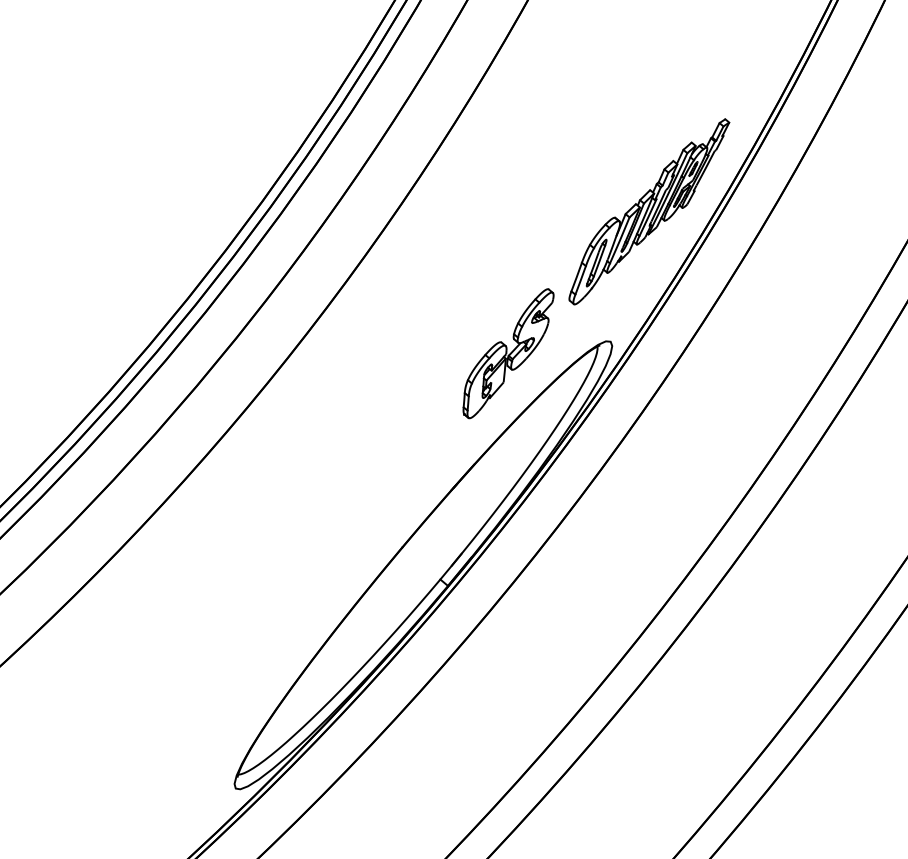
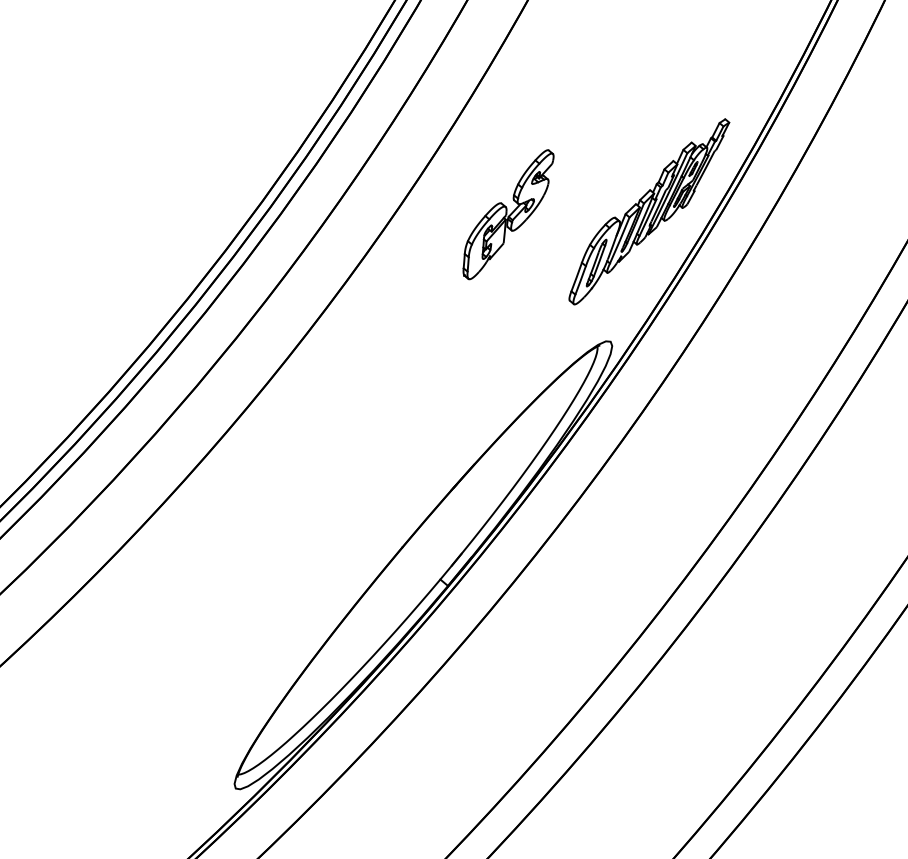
part at (508, 353) position: (508, 353) -> (508, 214)
